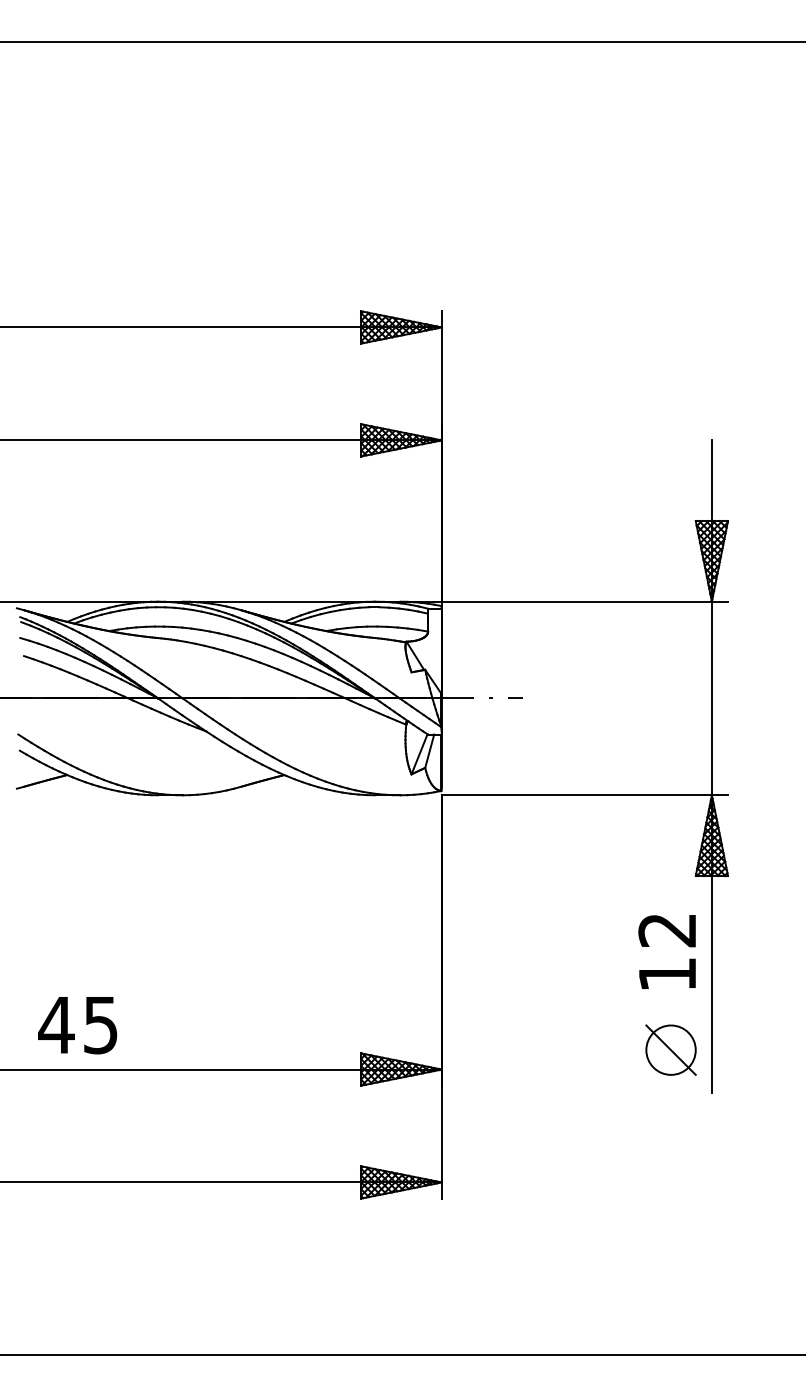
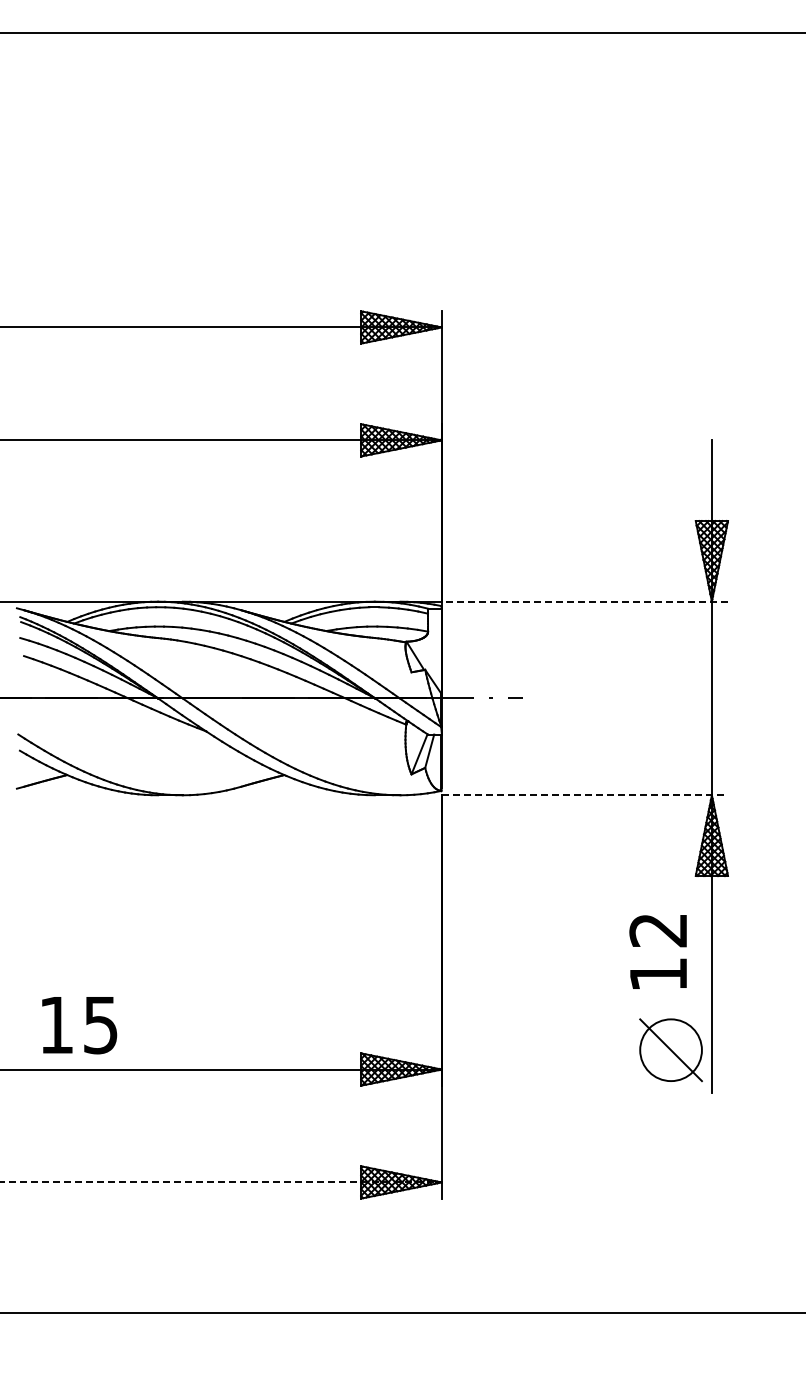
line at (402, 41) position: (402, 41) -> (402, 32)
line at (584, 601): solid -> dashed
line at (585, 795): solid -> dashed
text at (666, 951) position: (666, 951) -> (657, 951)
text at (56, 1025): 45 -> 15
part at (670, 1049) size: 52x52 px -> 64x65 px
line at (220, 1182): solid -> dashed
line at (402, 1355) position: (402, 1355) -> (402, 1313)
